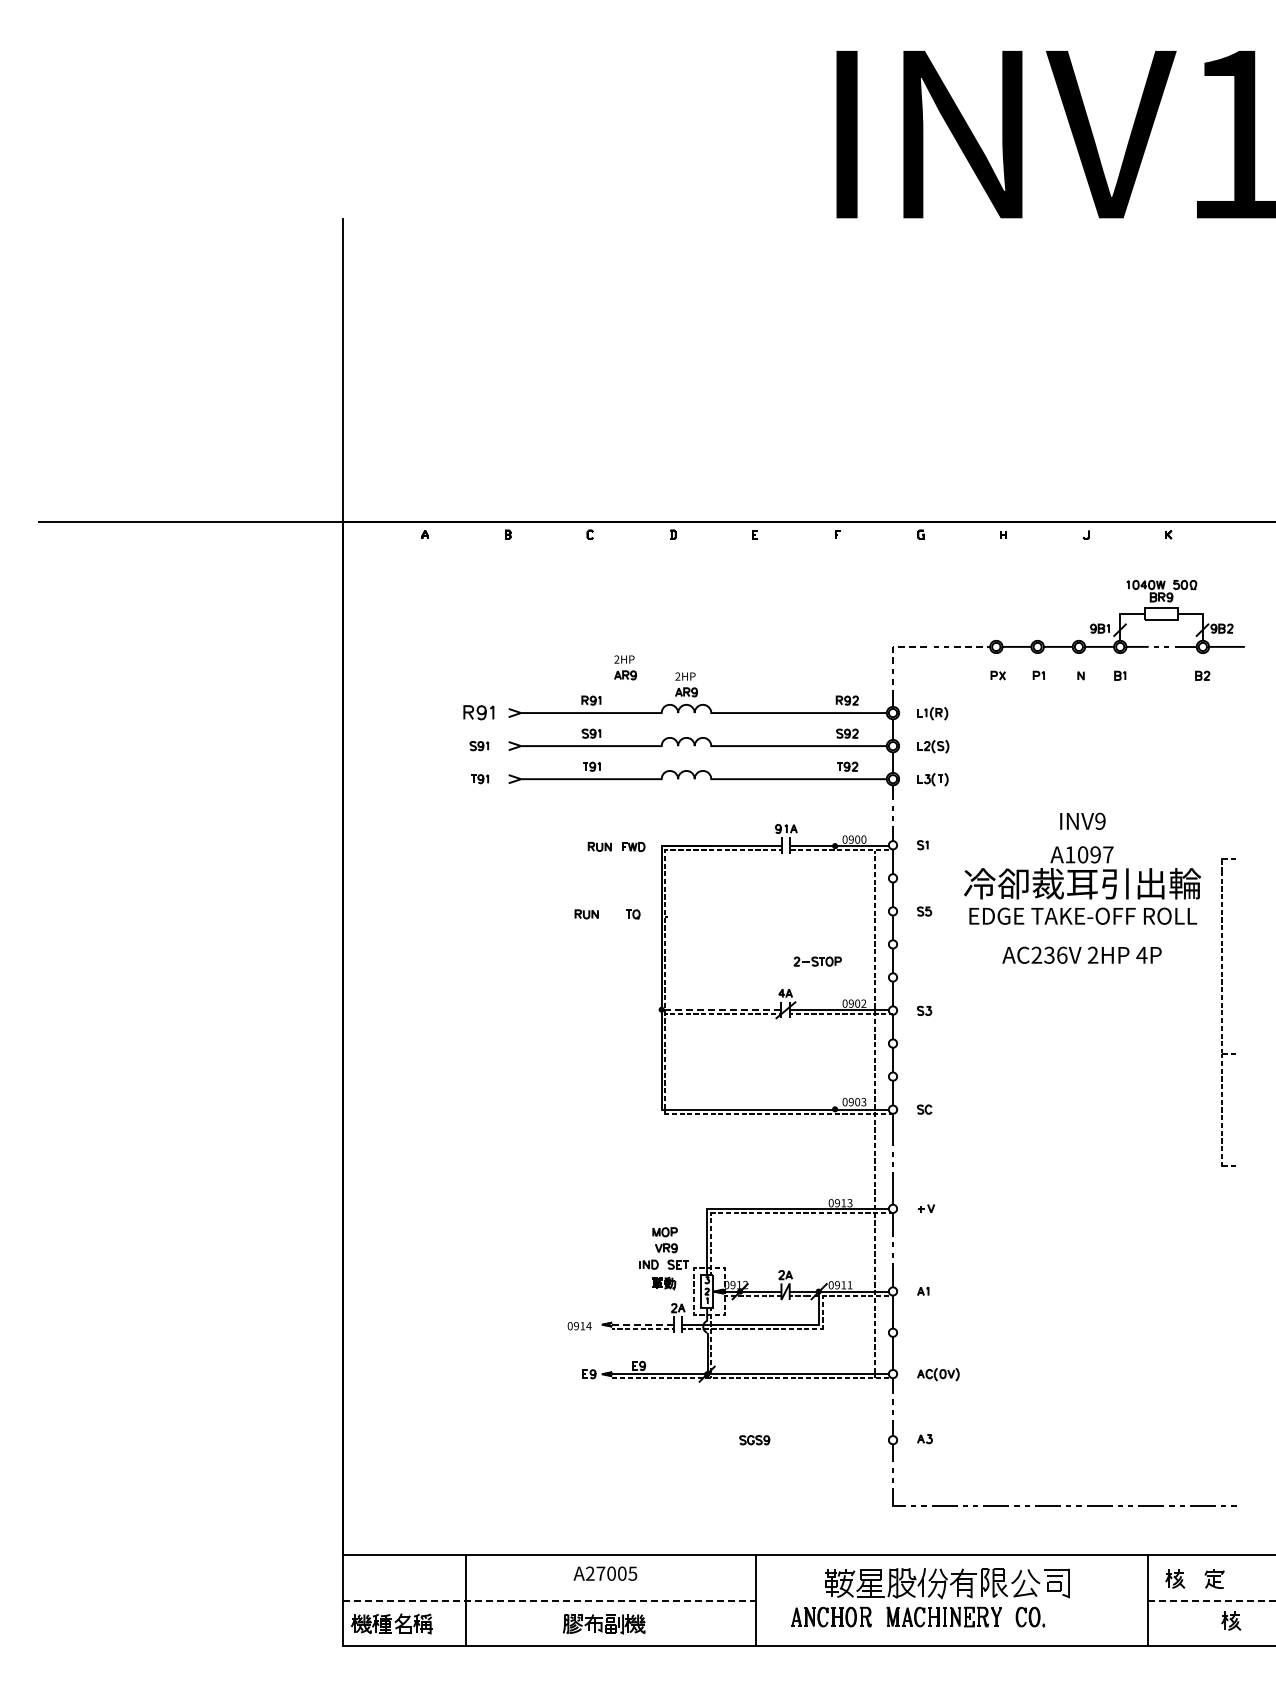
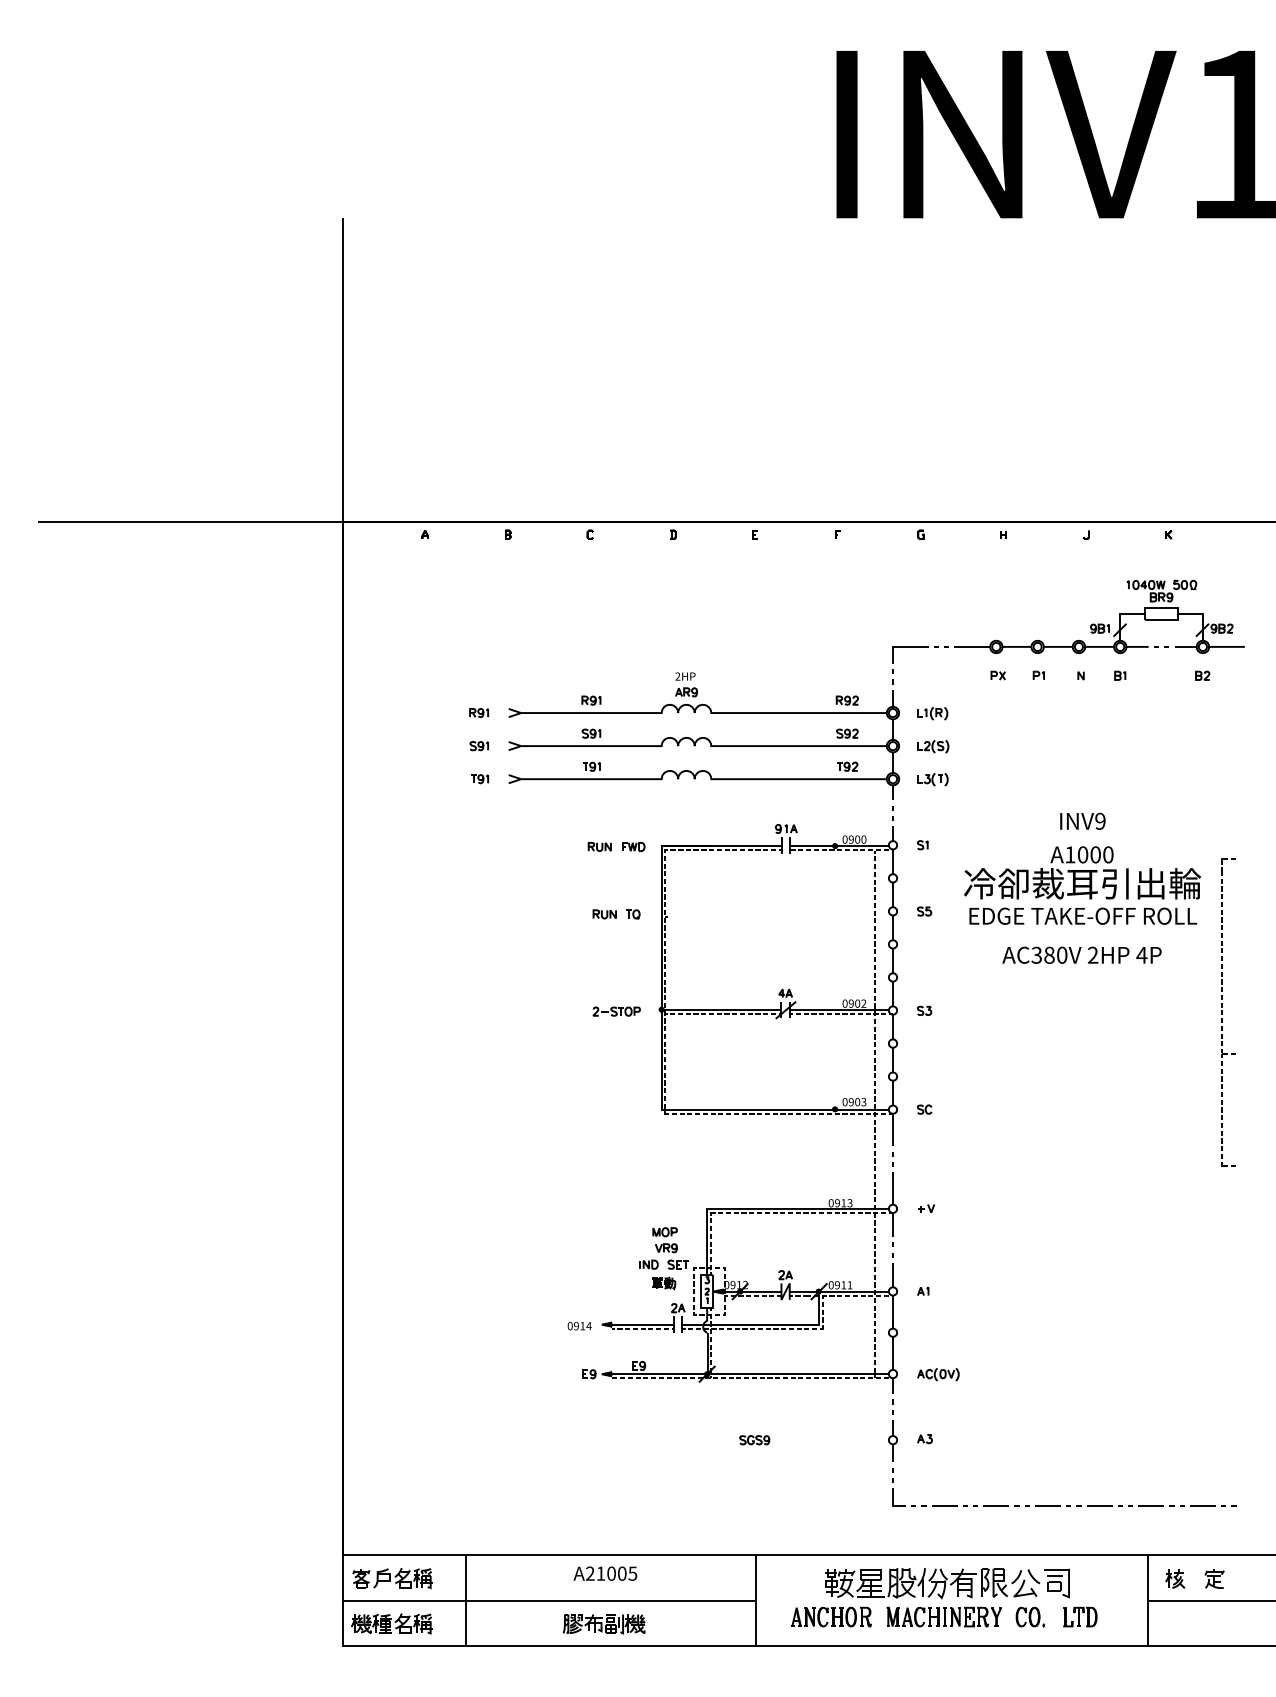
line at (901, 646): dashed -> solid
line at (972, 646): dashed -> solid
part at (625, 667): present -> none
part at (478, 712) size: 32x16 px -> 21x11 px
text at (1101, 854): A1097 -> A1000
part at (586, 914) position: (586, 914) -> (604, 914)
text at (1049, 954): AC236V -> AC380V
part at (817, 961) position: (817, 961) -> (616, 1011)
line at (721, 1009): dashed -> solid
line at (640, 1324): dashed -> solid
text at (600, 1573): A27005 -> A21005
part at (392, 1578): none -> present
line at (549, 1600): dashed -> solid
line at (1212, 1600): dashed -> solid
part at (1080, 1616): none -> present
part at (1231, 1620): present -> none
